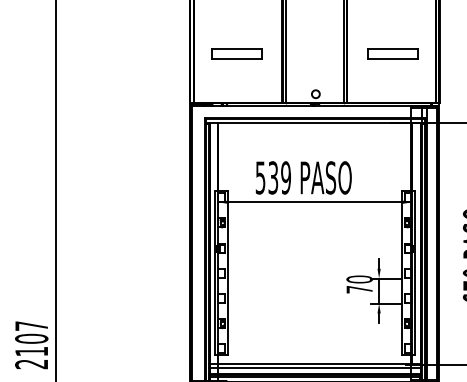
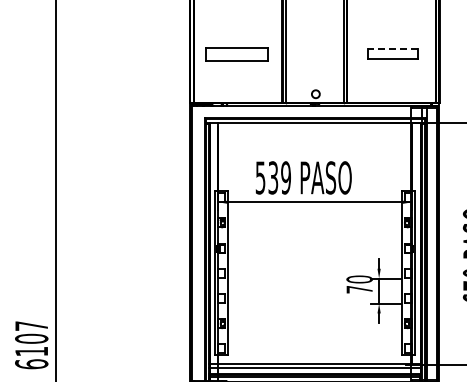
line at (393, 48): solid -> dashed
part at (236, 53) size: 52x12 px -> 64x15 px
text at (31, 364): 2107 -> 6107
